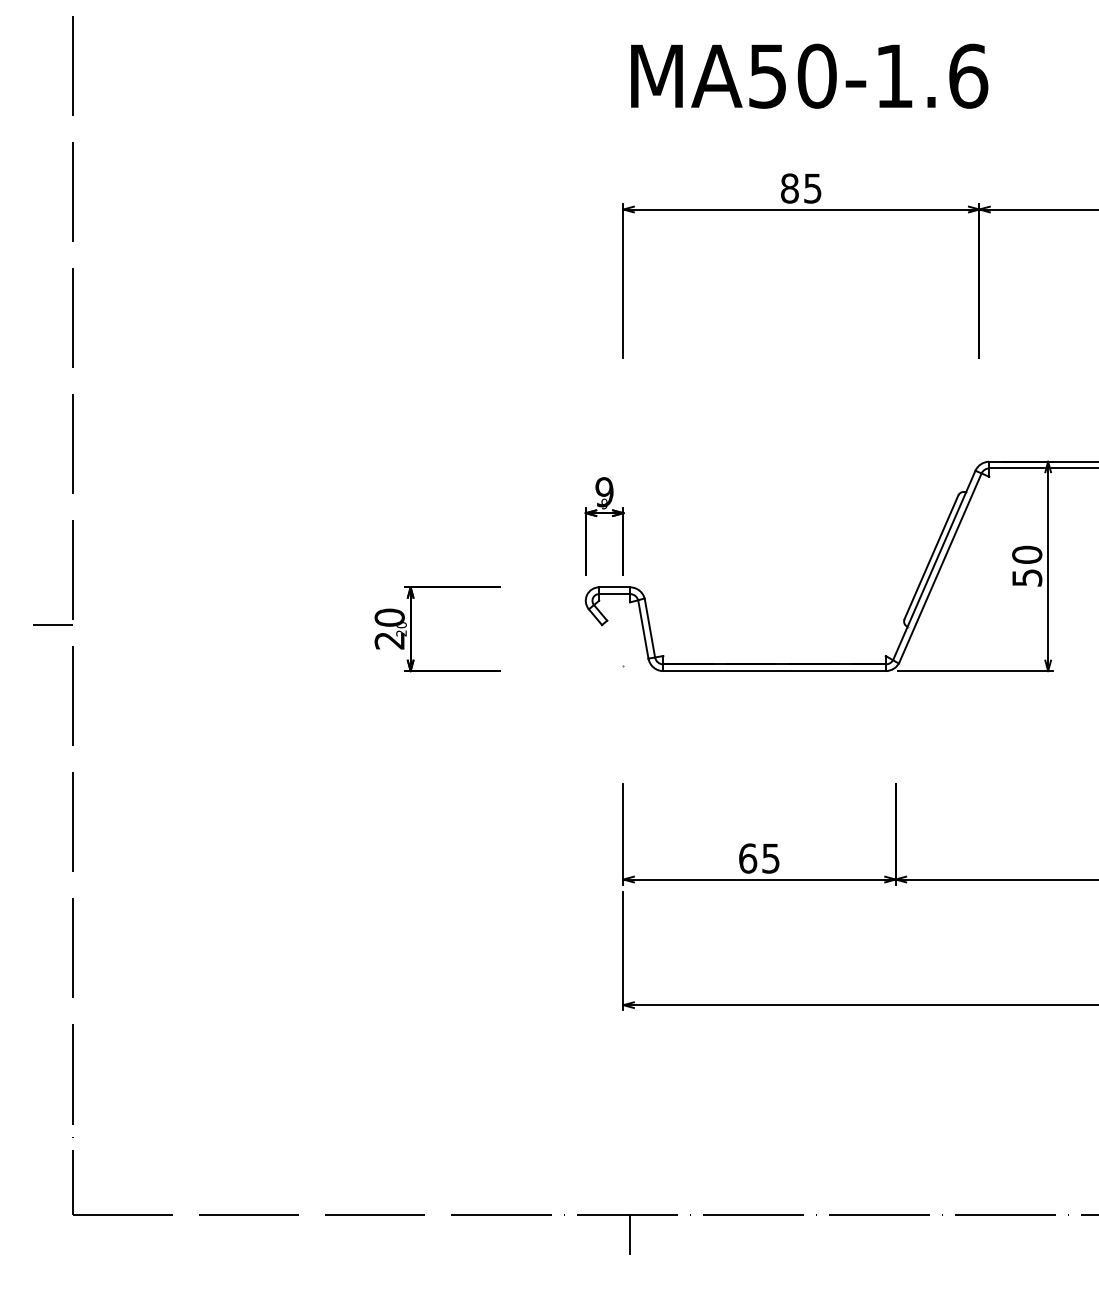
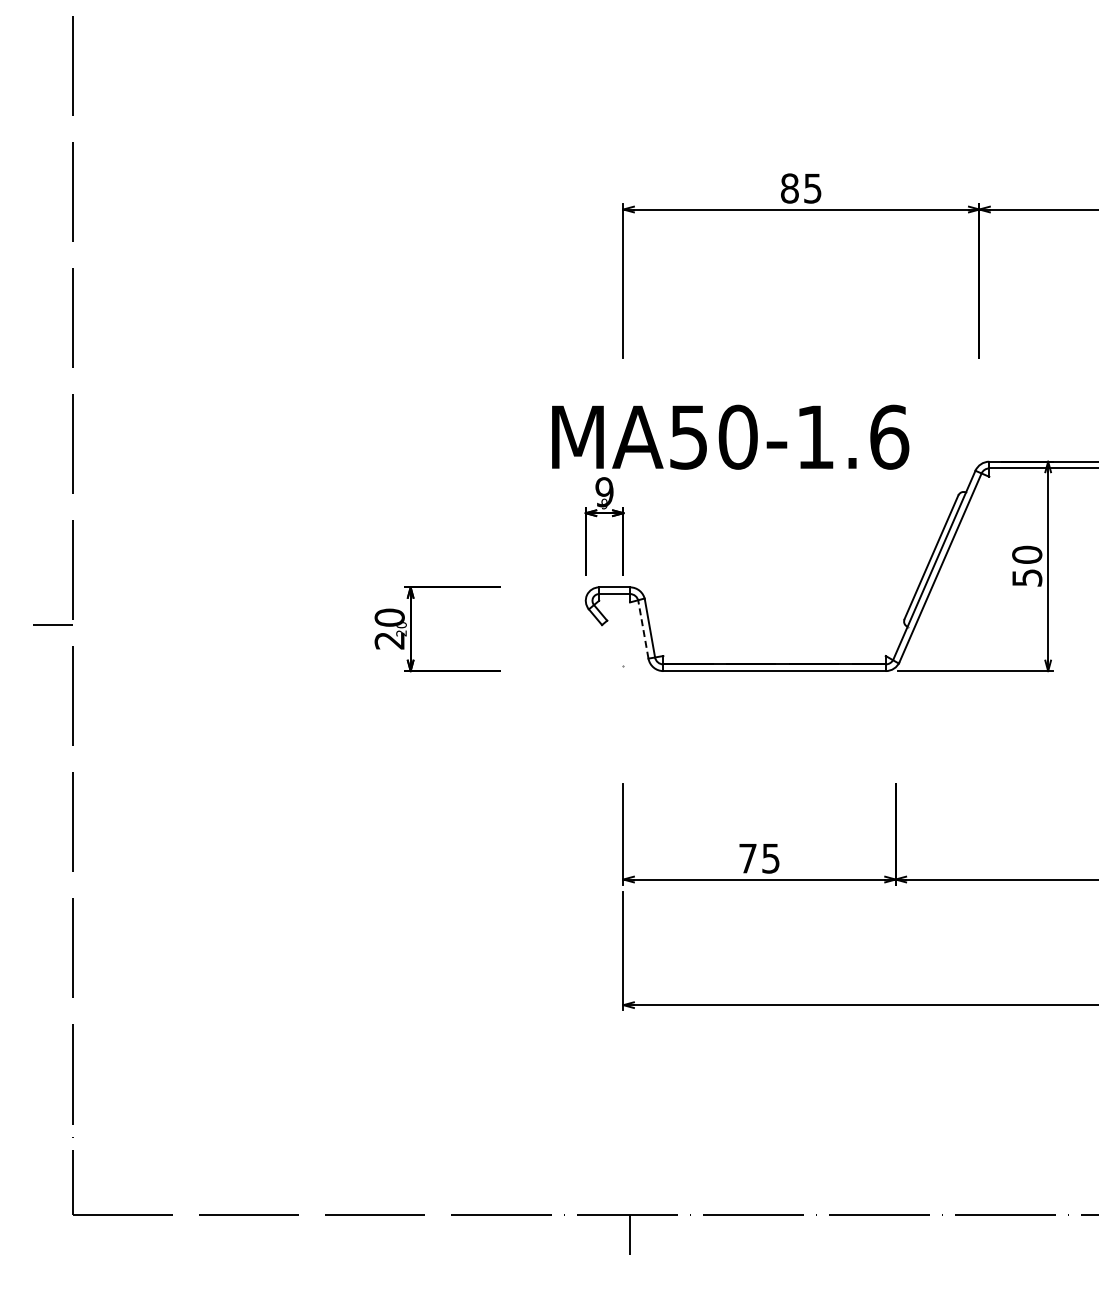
text at (809, 75) position: (809, 75) -> (730, 436)
line at (643, 629): solid -> dashed
text at (748, 858): 65 -> 75
